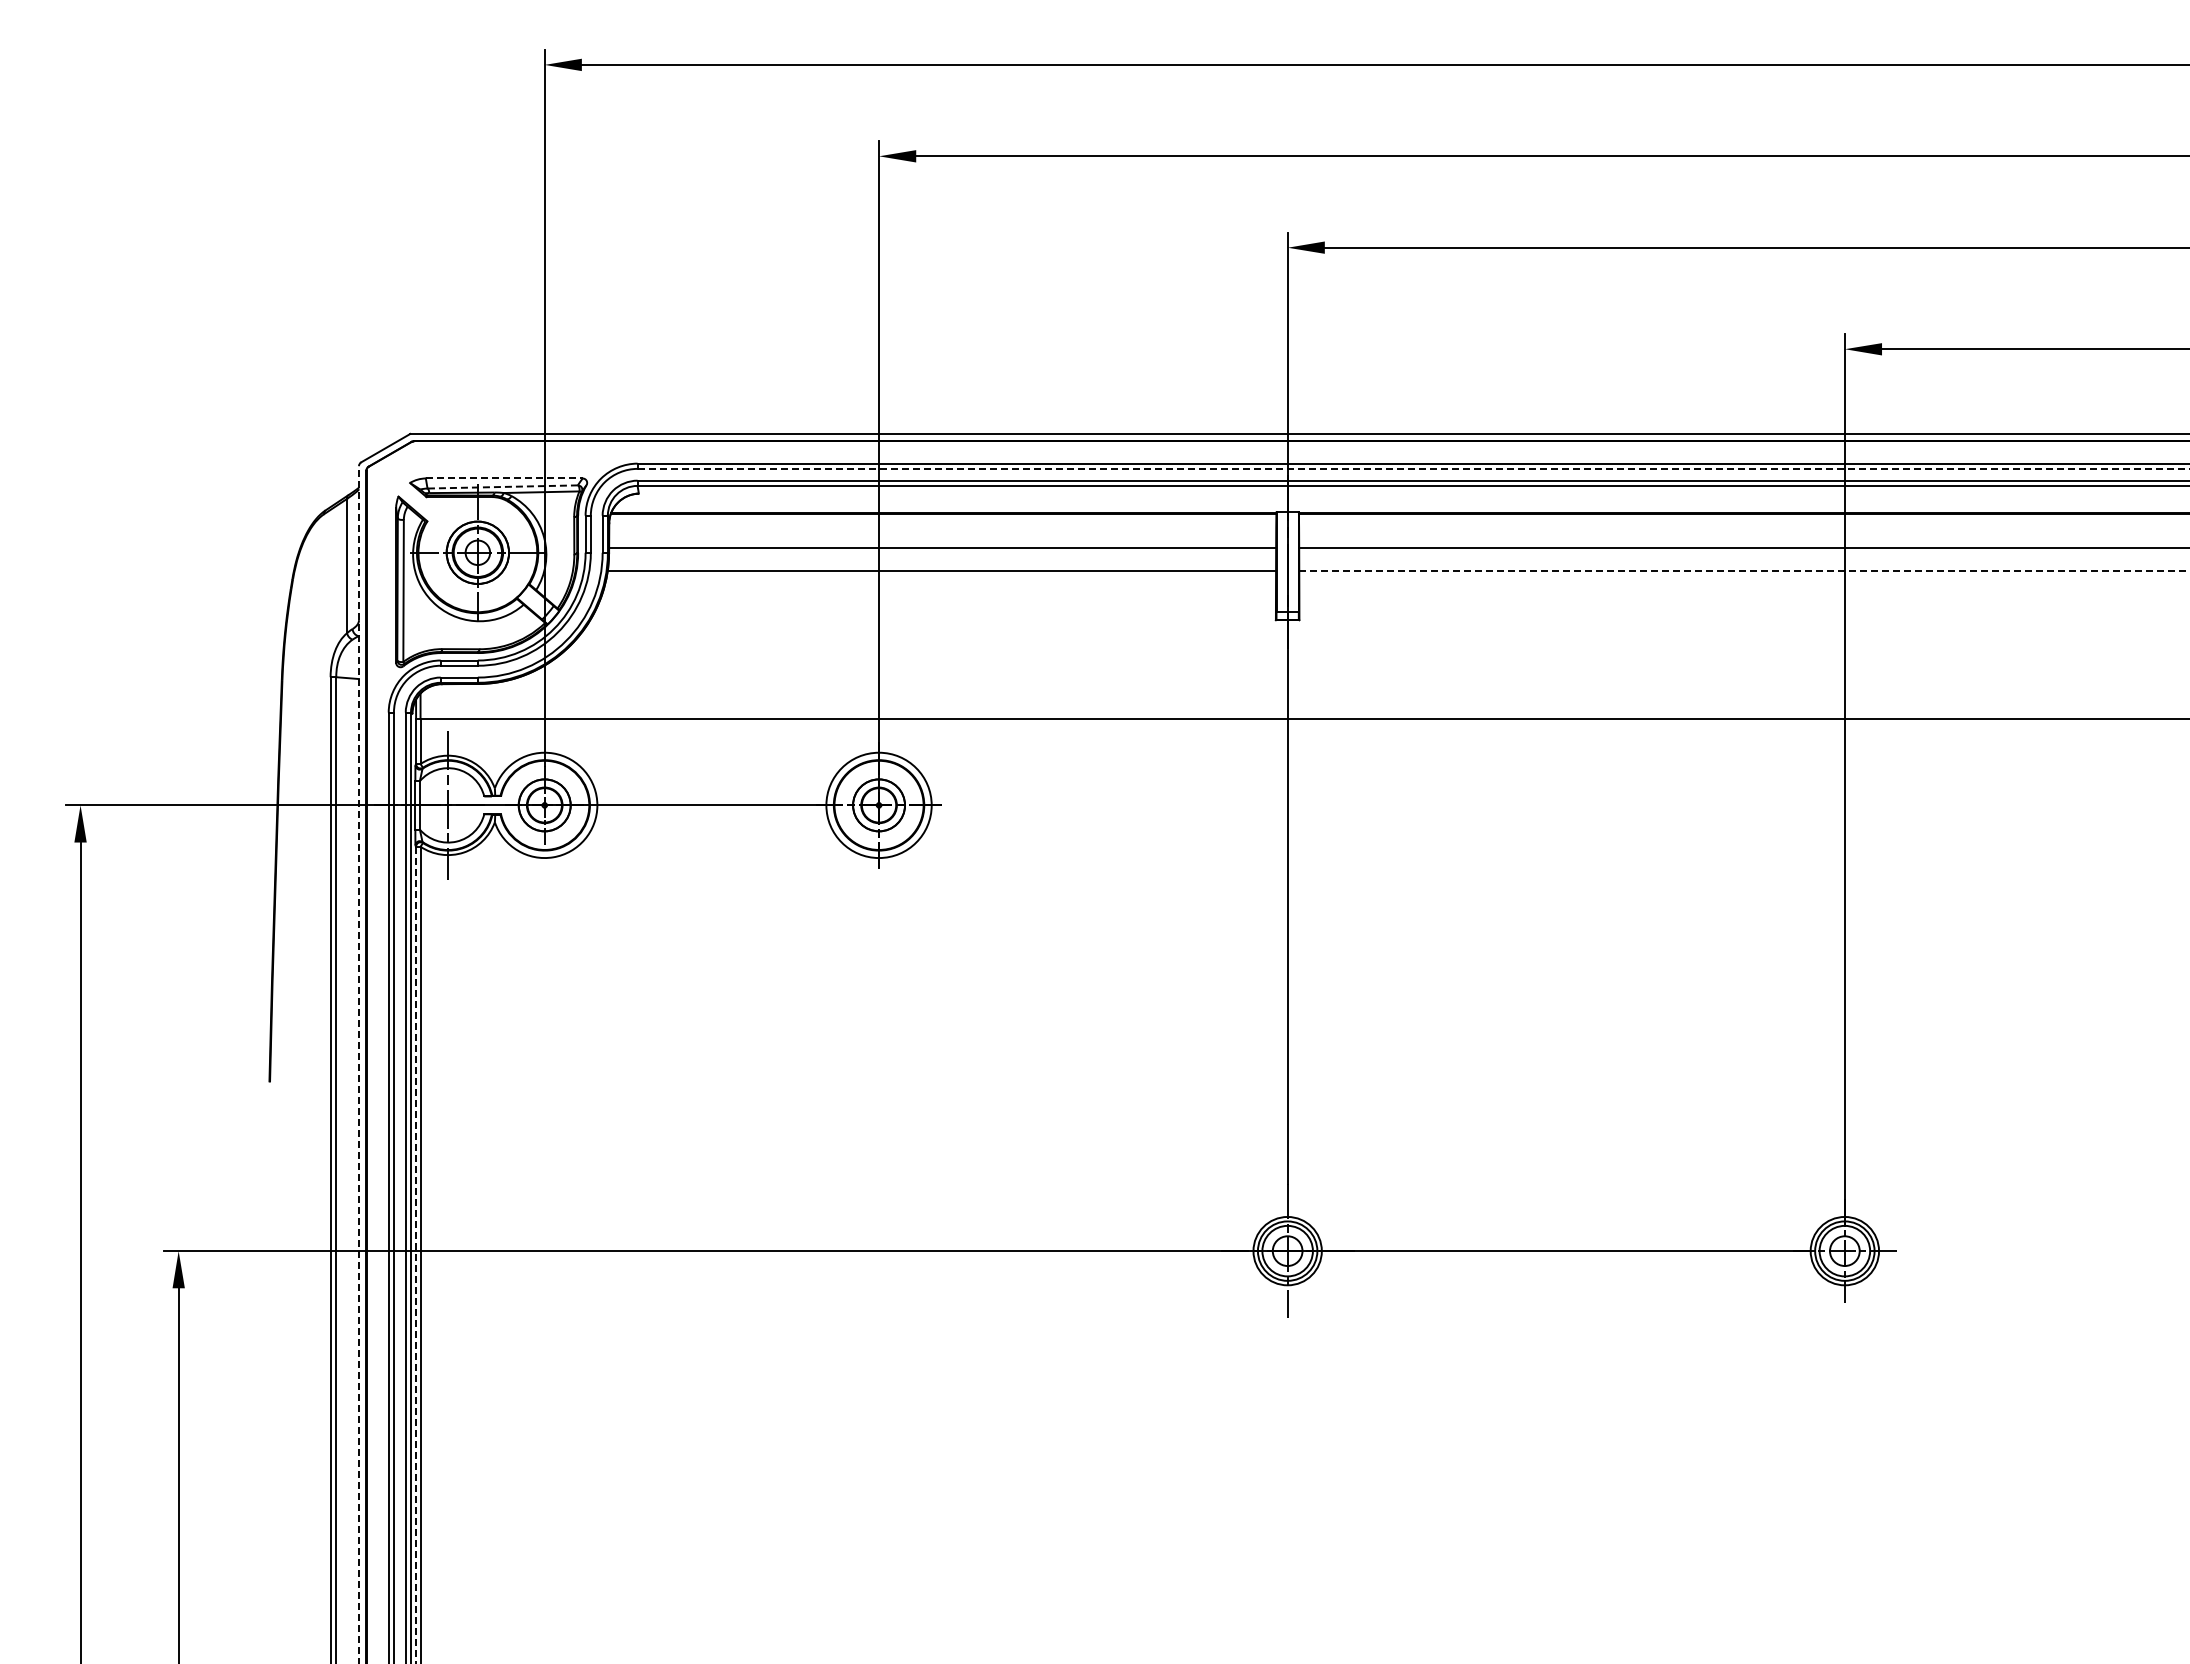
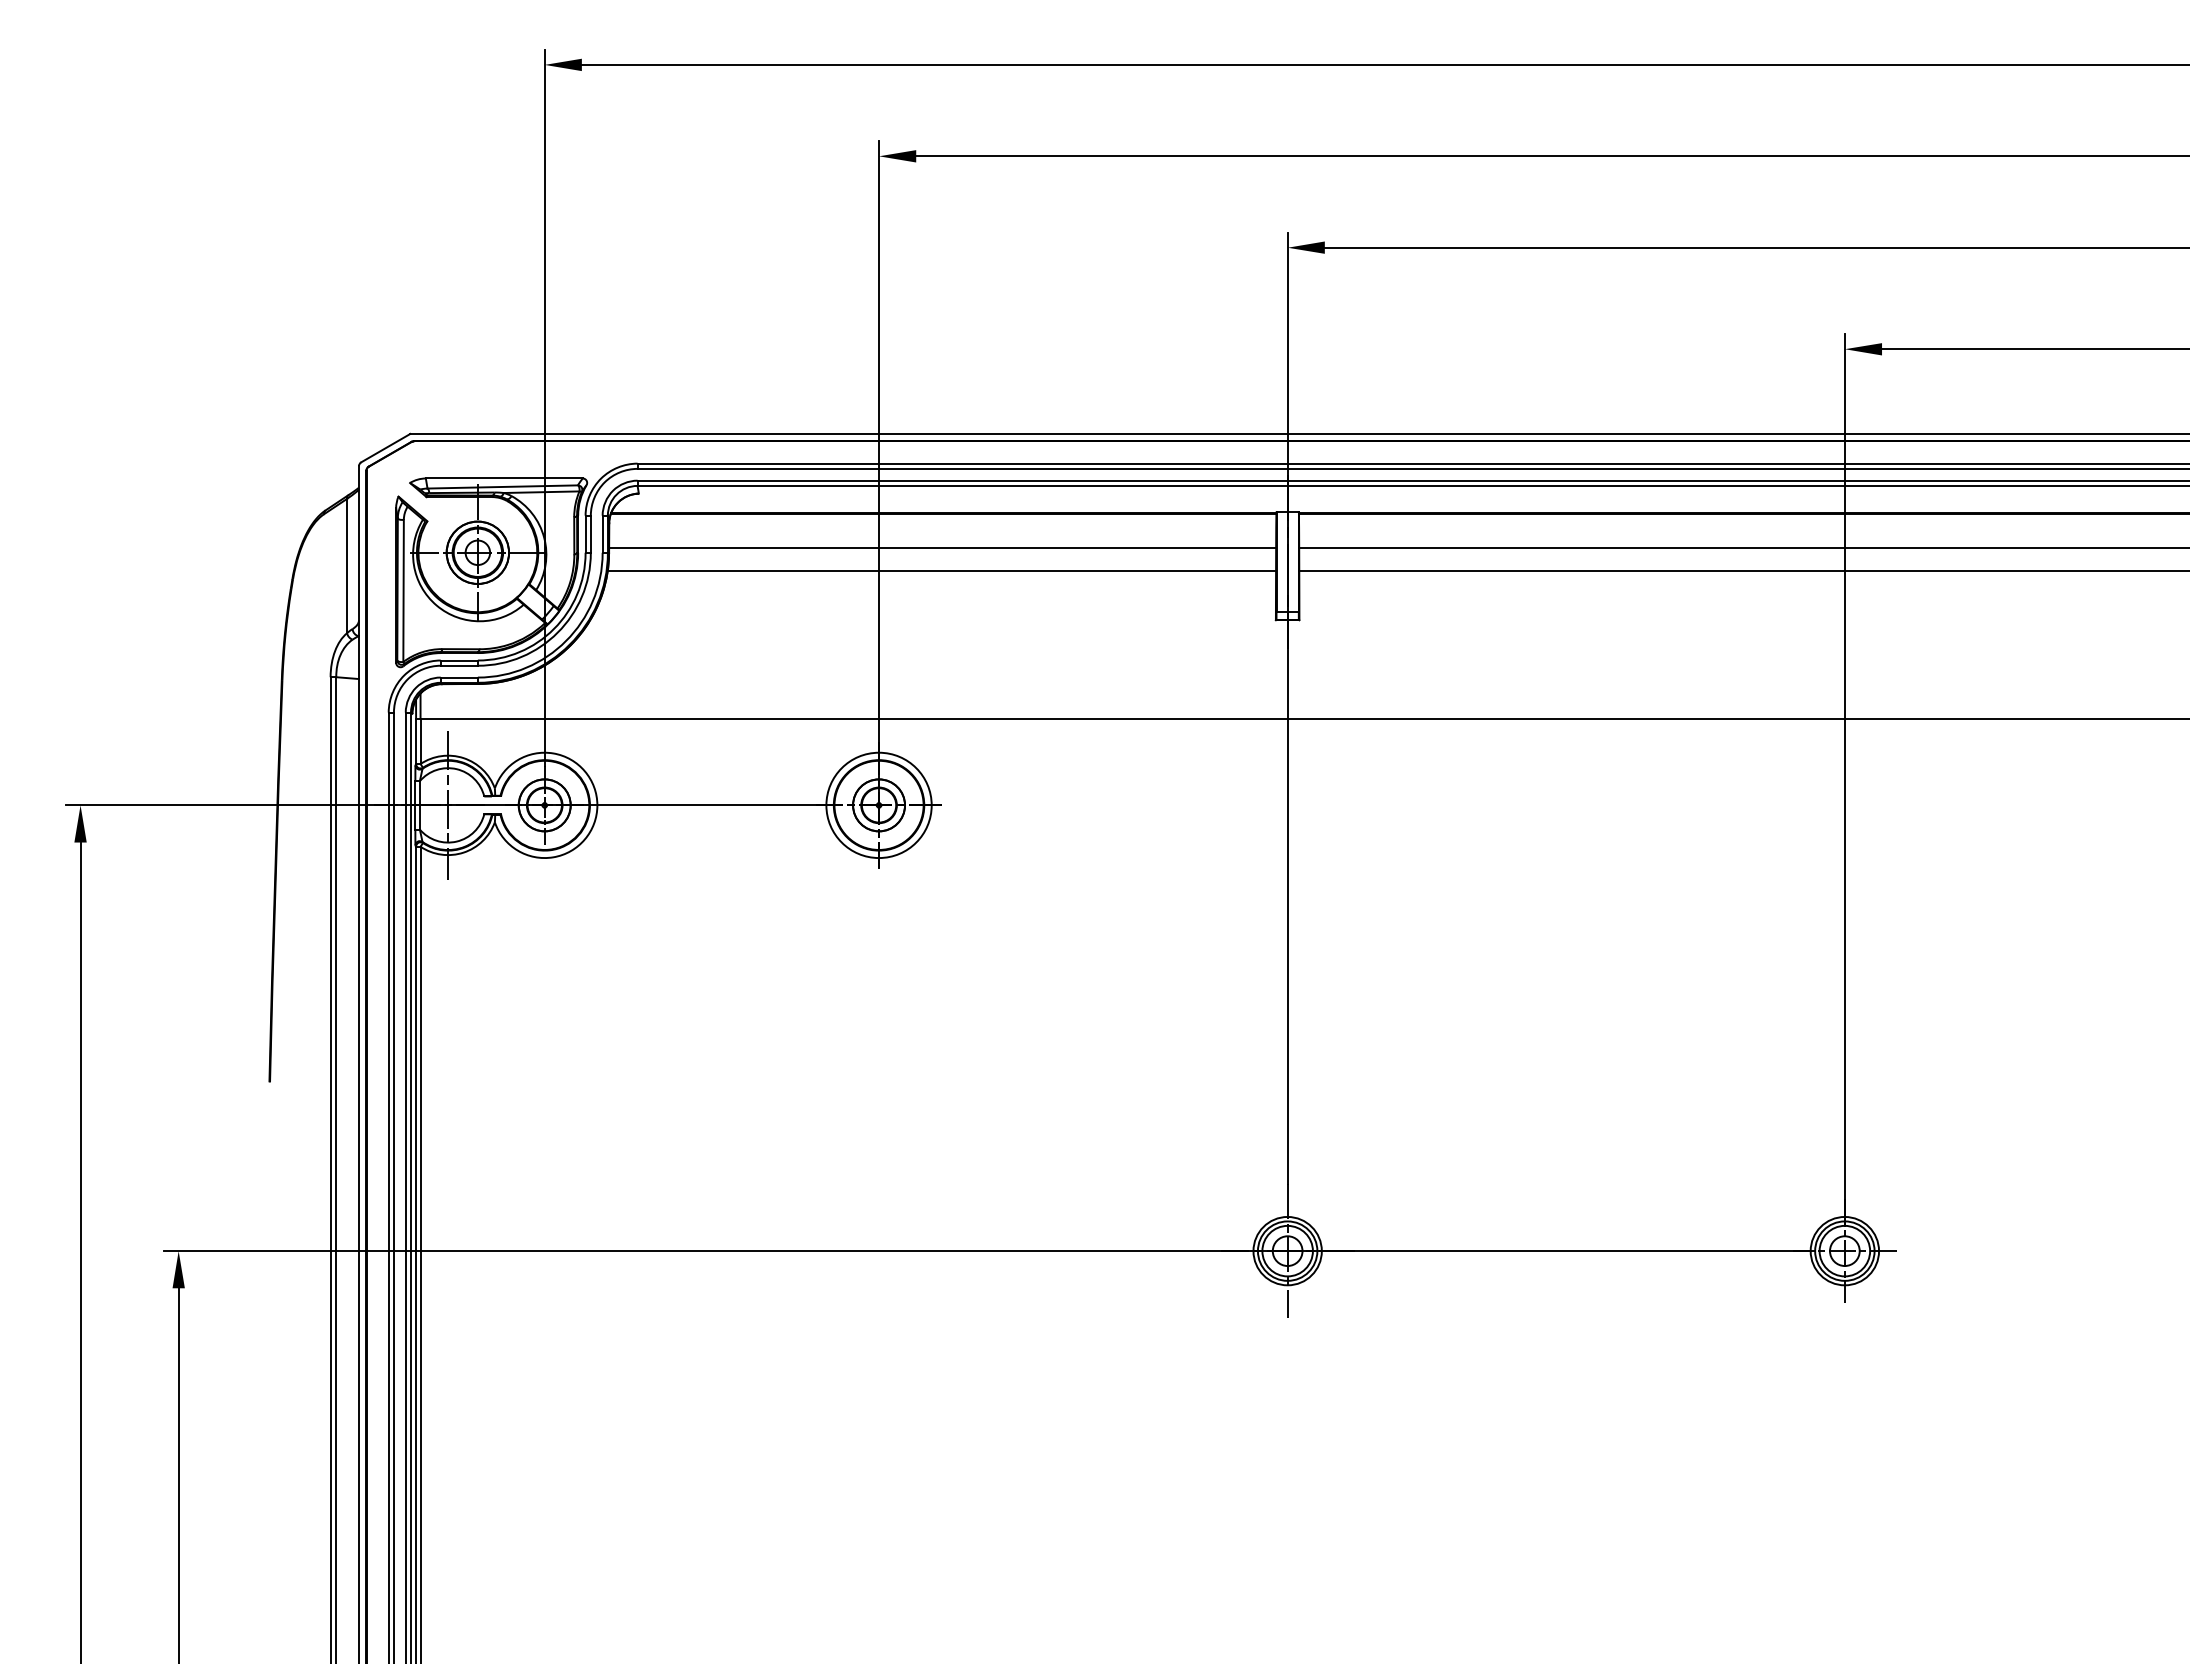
line at (1413, 468): dashed -> solid
line at (504, 478): dashed -> solid
line at (502, 486): dashed -> solid
line at (1744, 570): dashed -> solid
line at (359, 1065): dashed -> solid
line at (416, 1255): dashed -> solid
